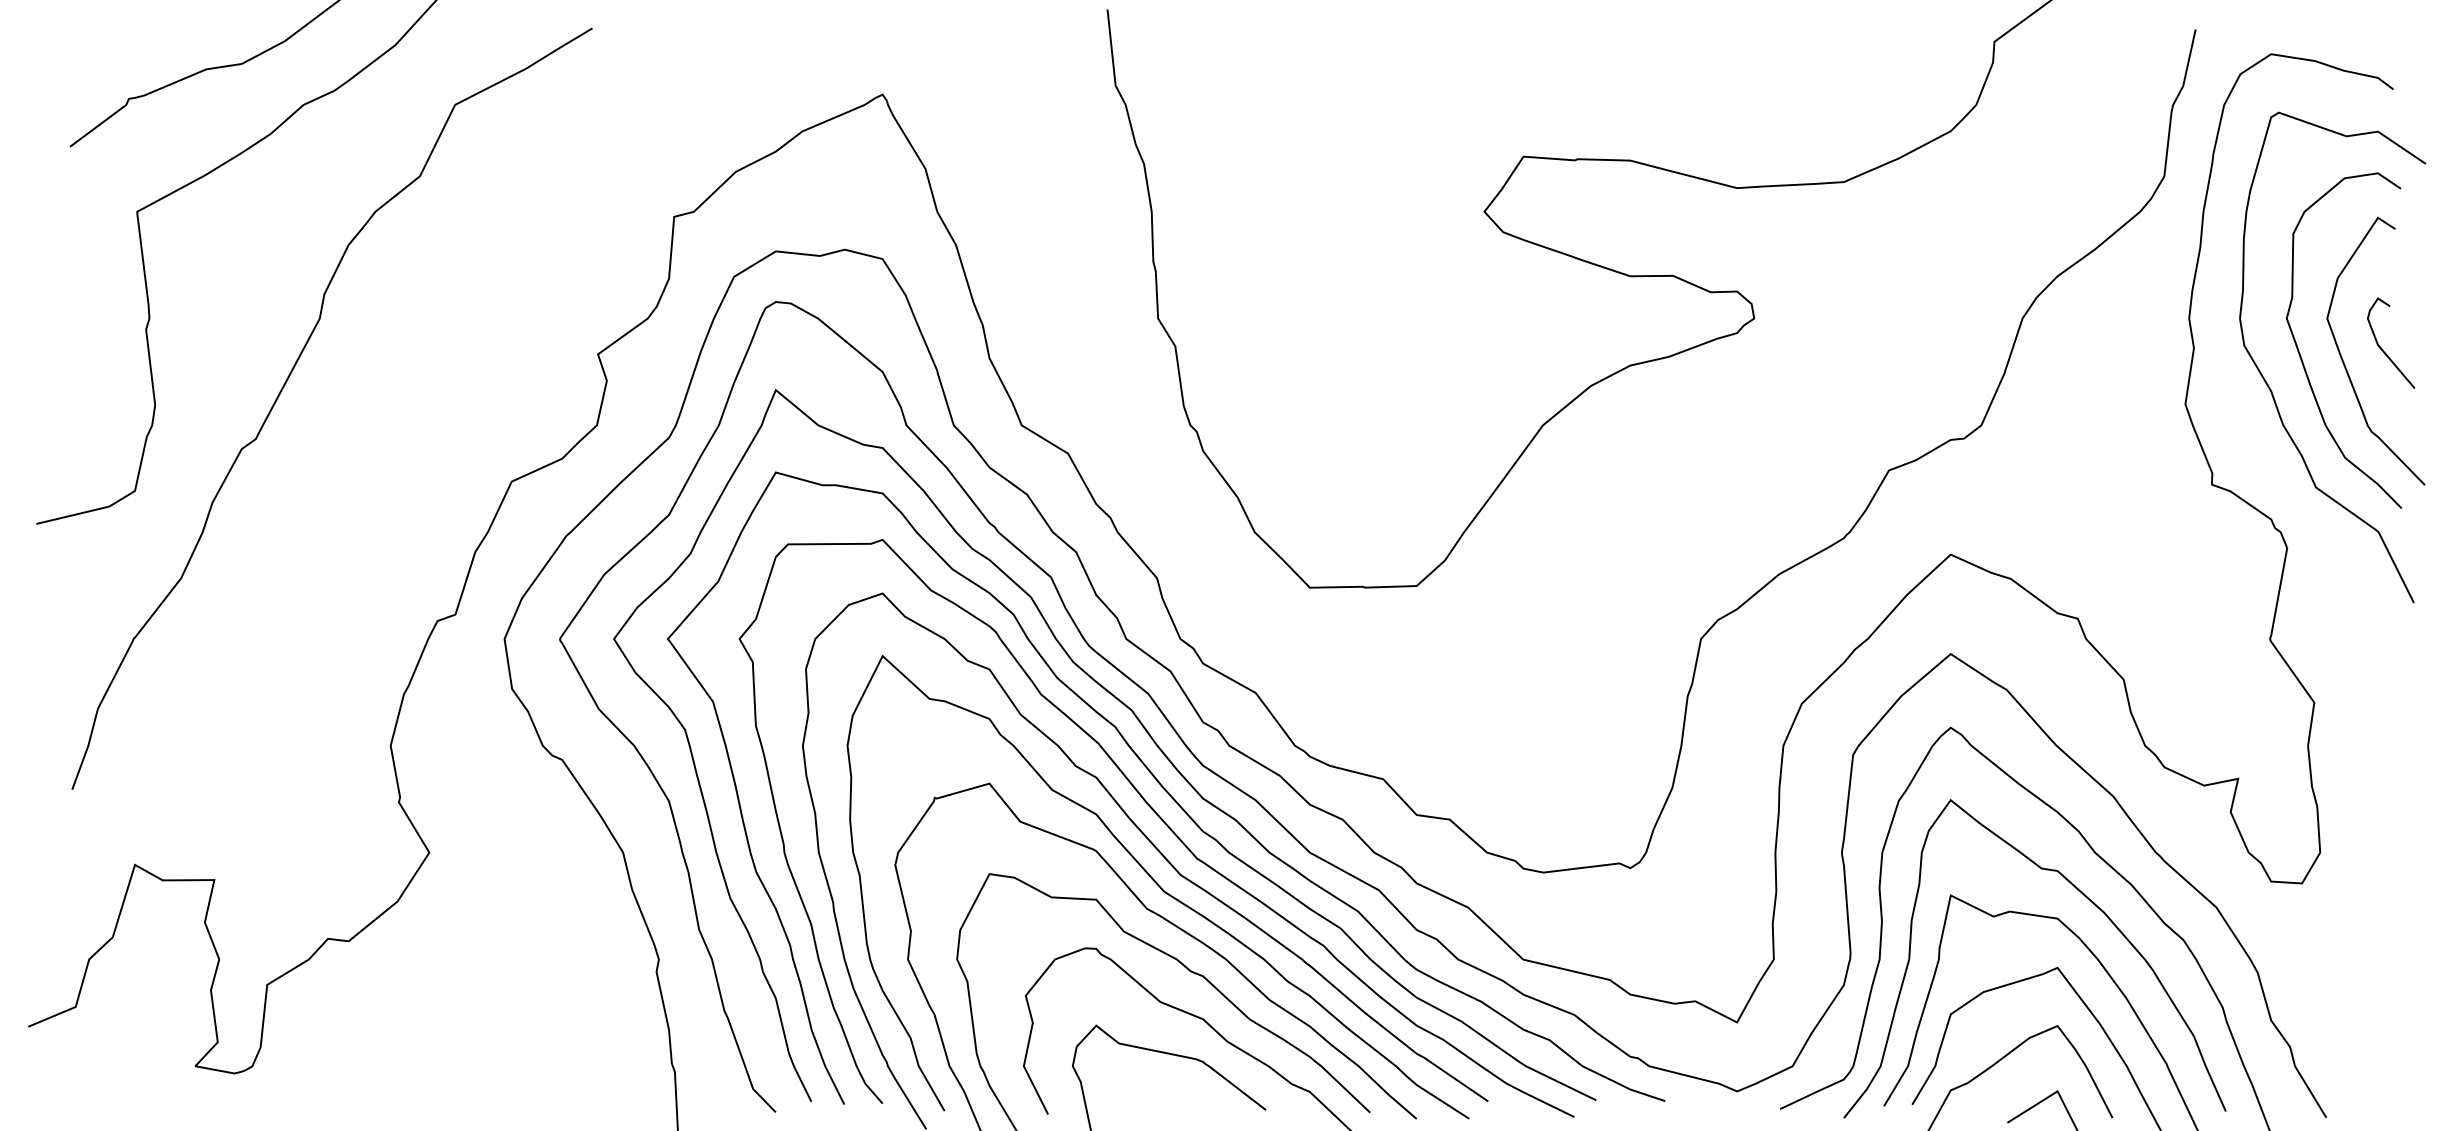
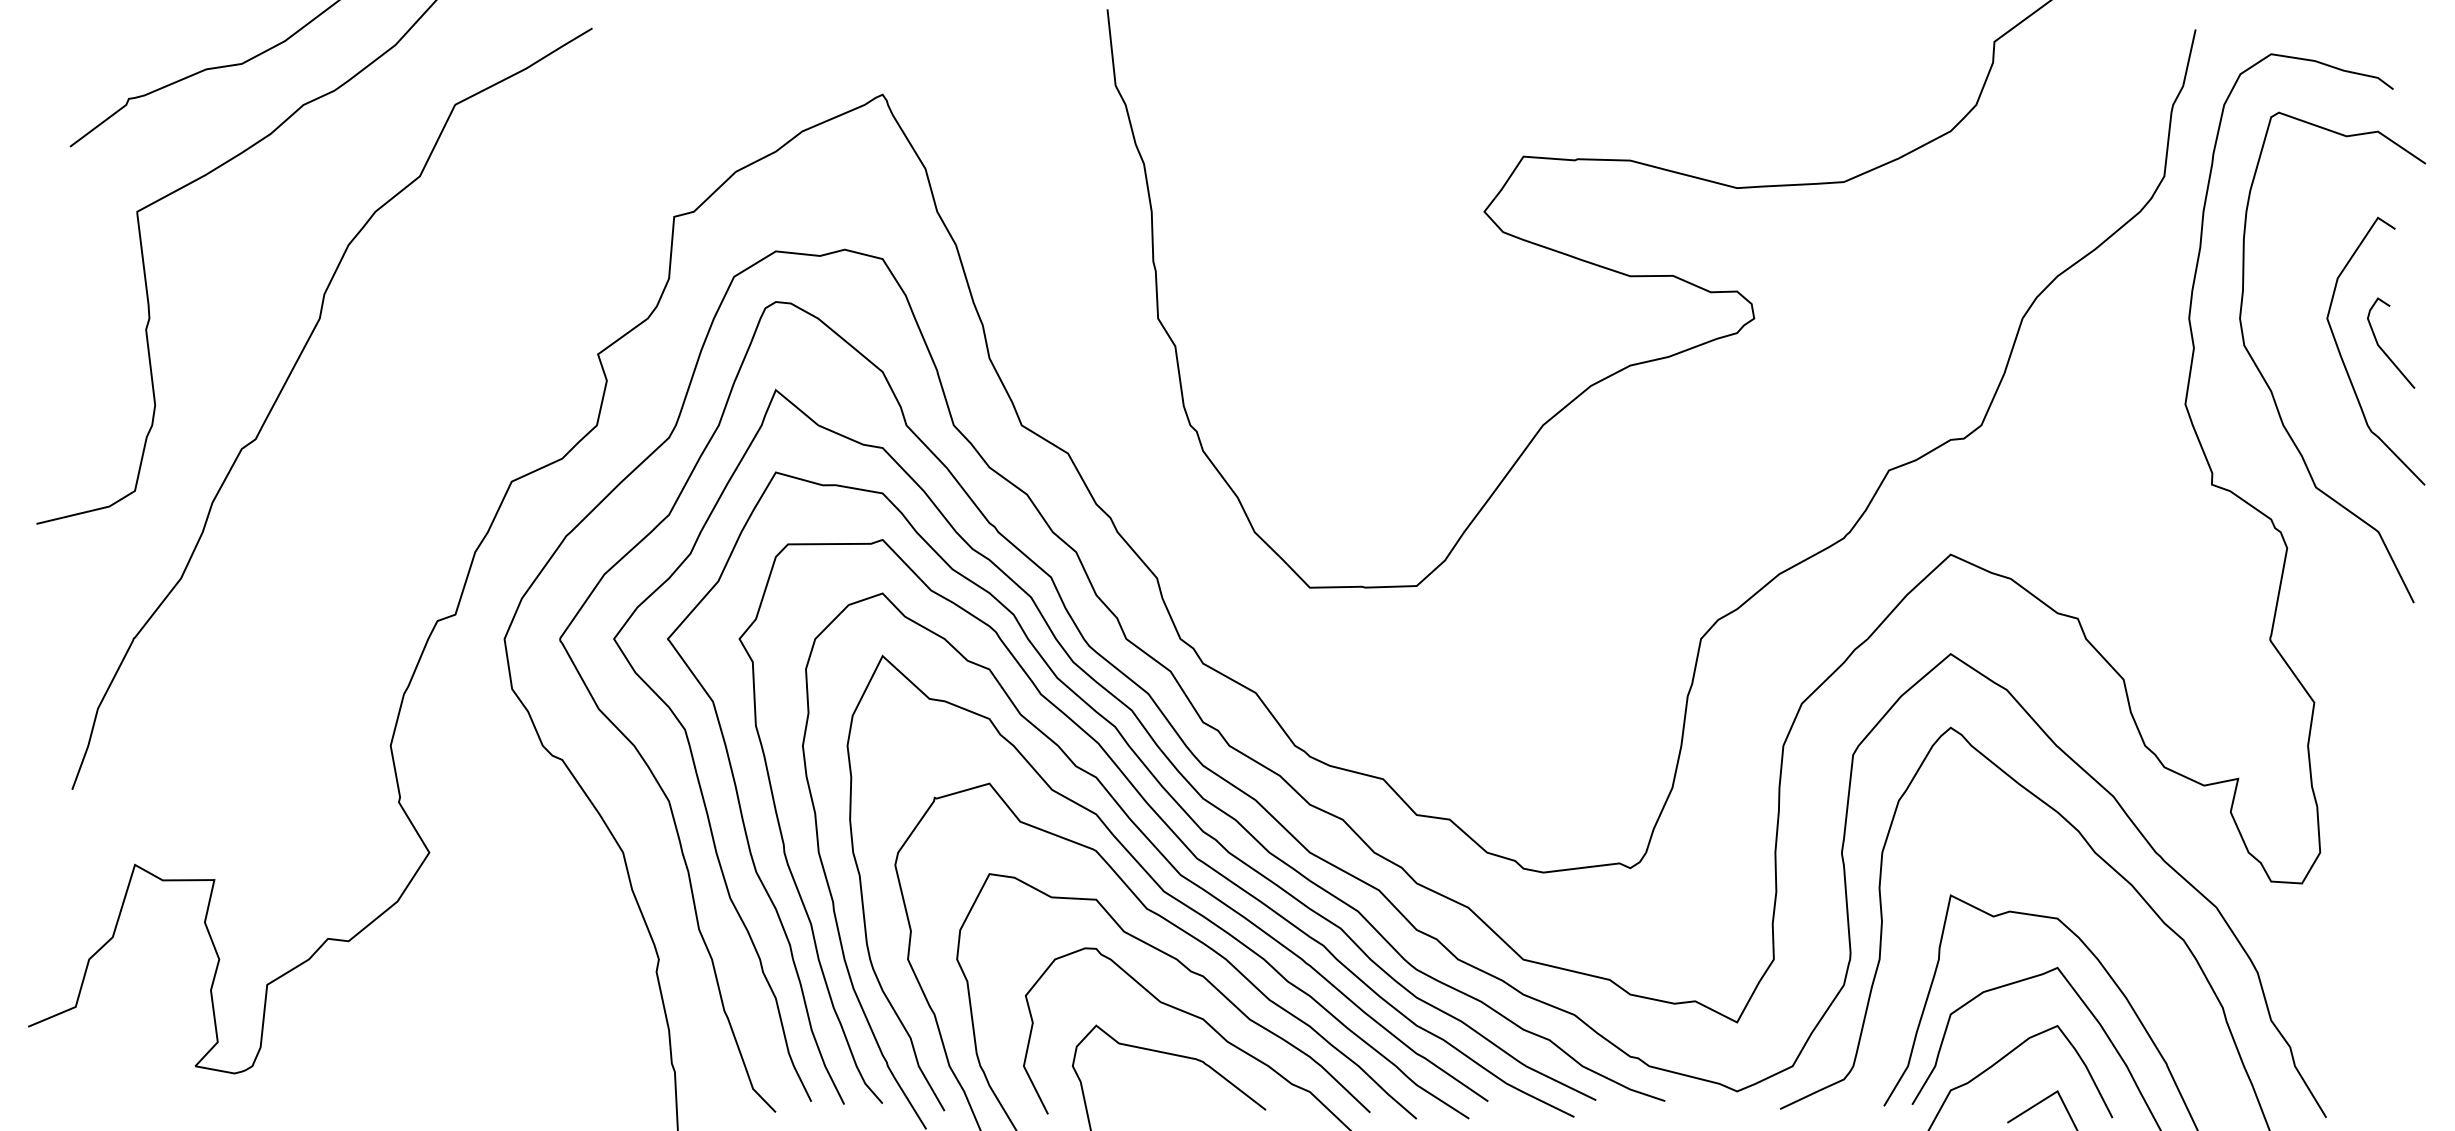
curve at (2300, 353): present -> none
curve at (2087, 899): present -> none
